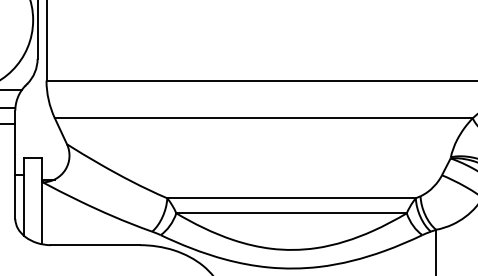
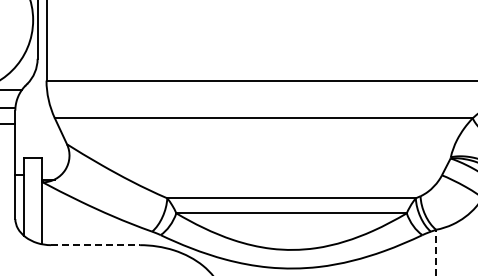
line at (95, 245): solid -> dashed
line at (436, 252): solid -> dashed
